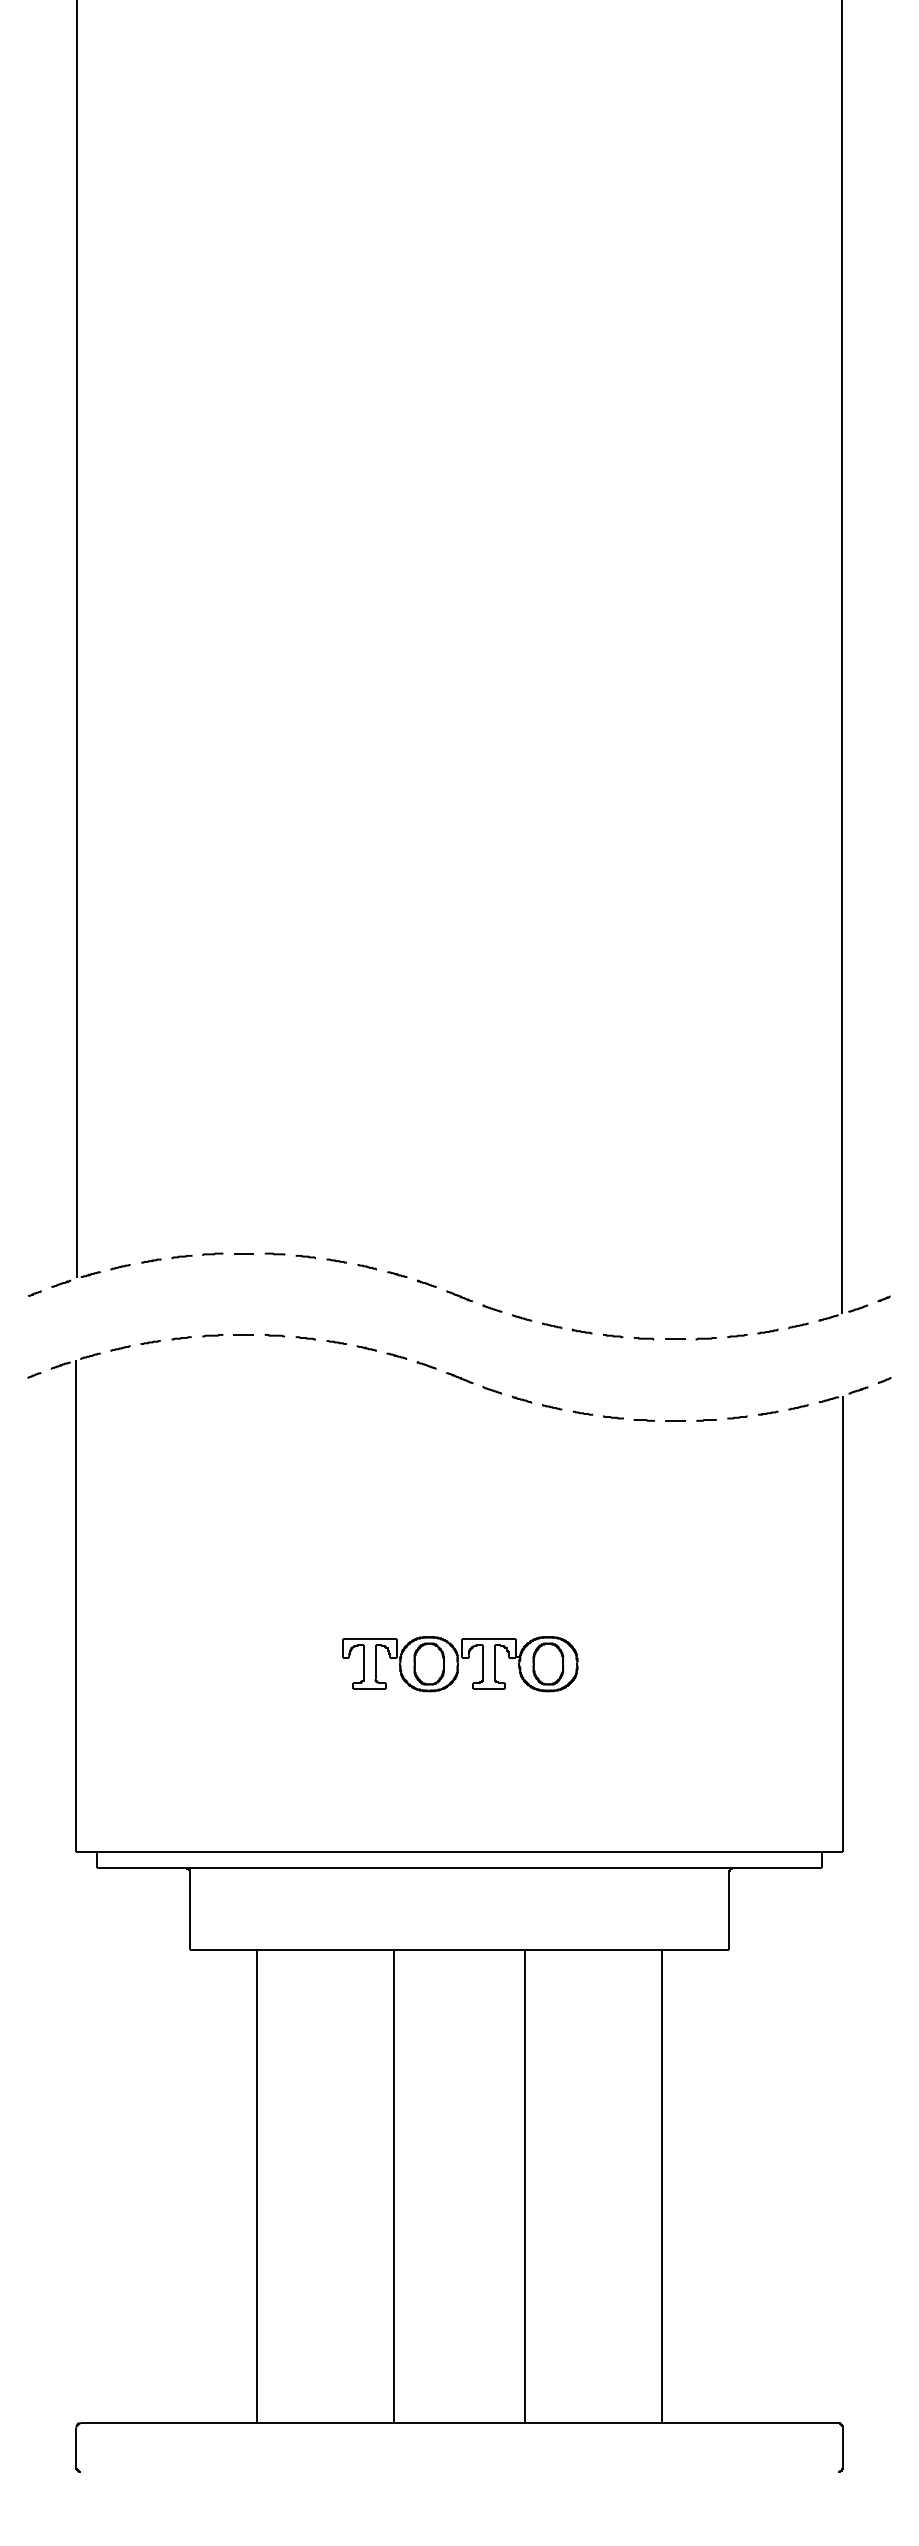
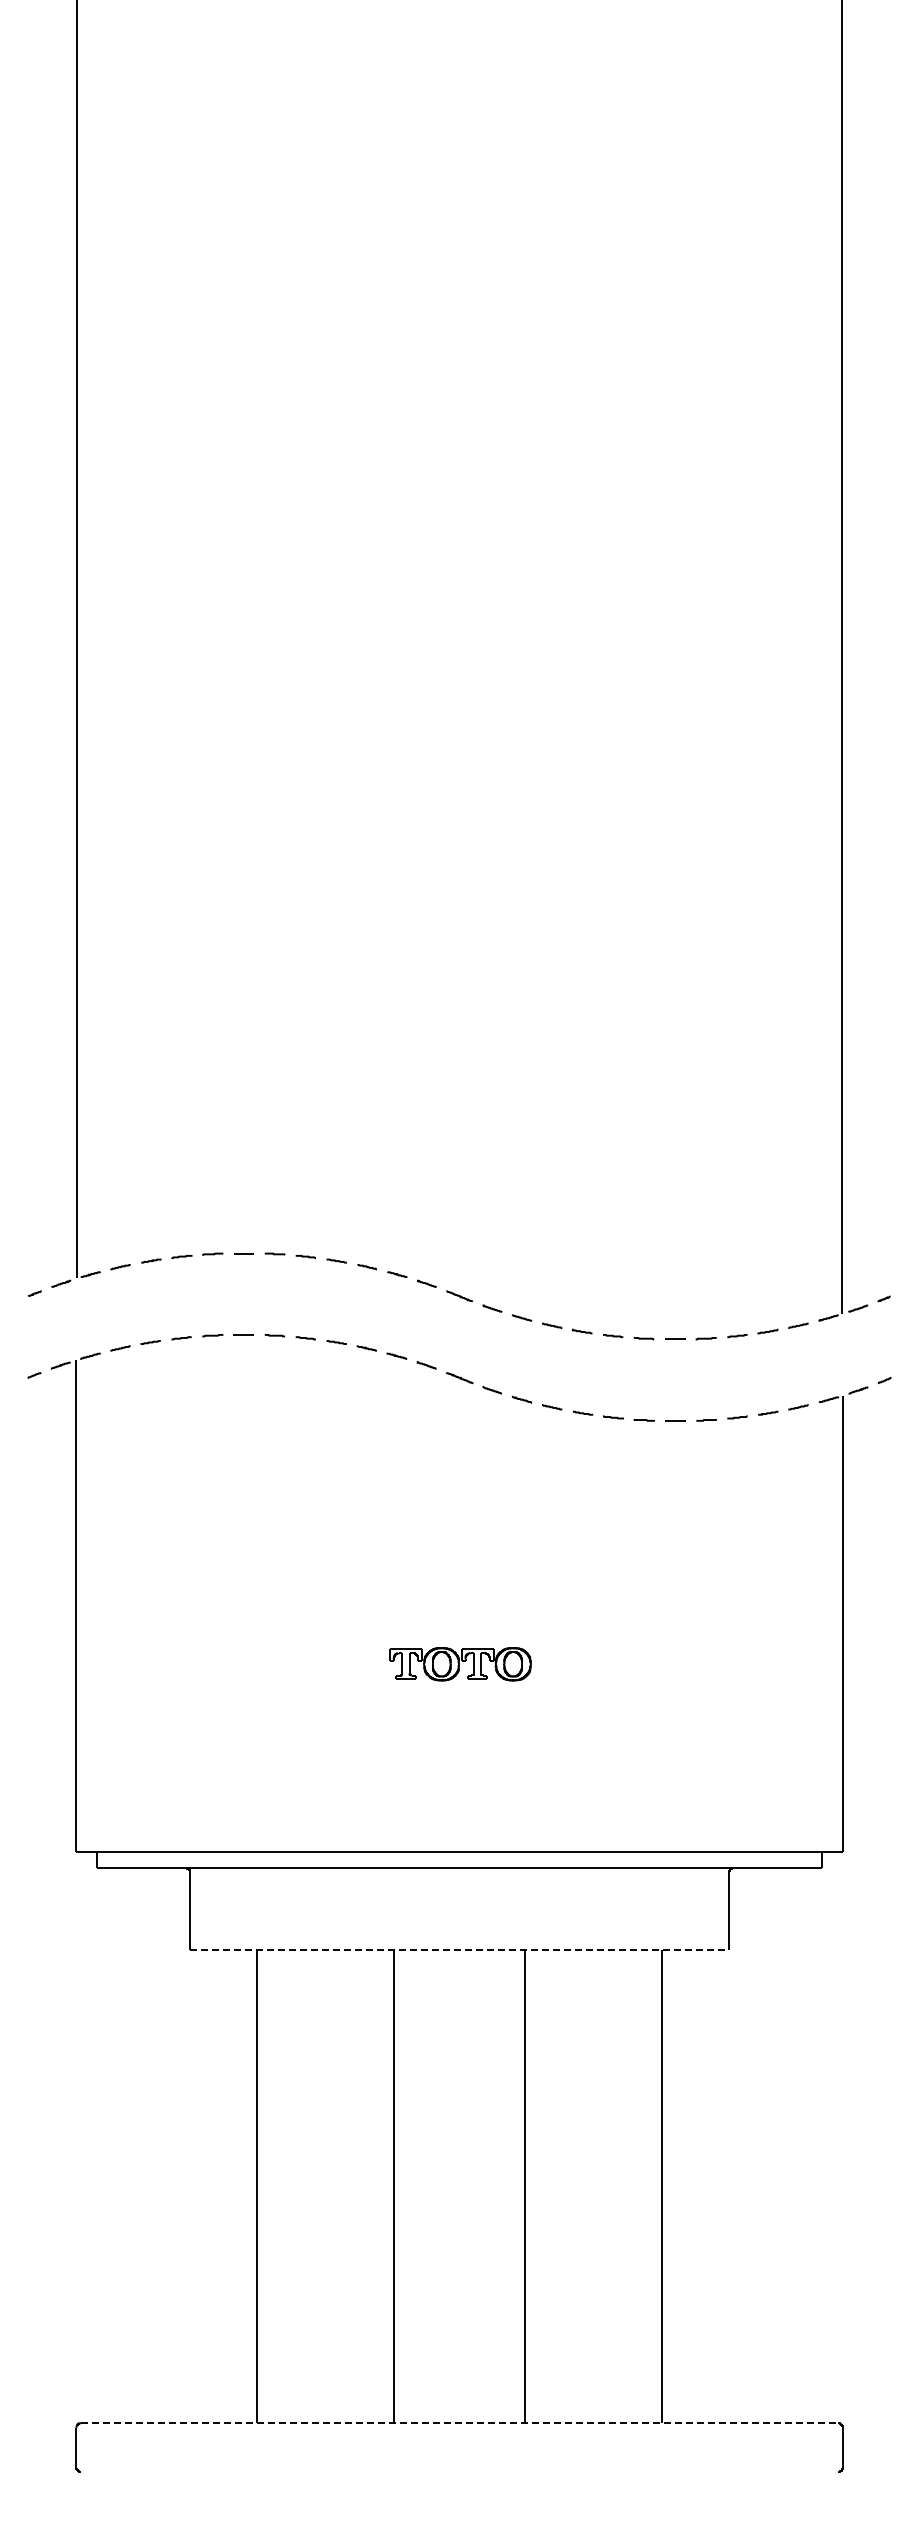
part at (460, 1664) size: 237x57 px -> 143x35 px
line at (460, 1949): solid -> dashed
line at (459, 2423): solid -> dashed
